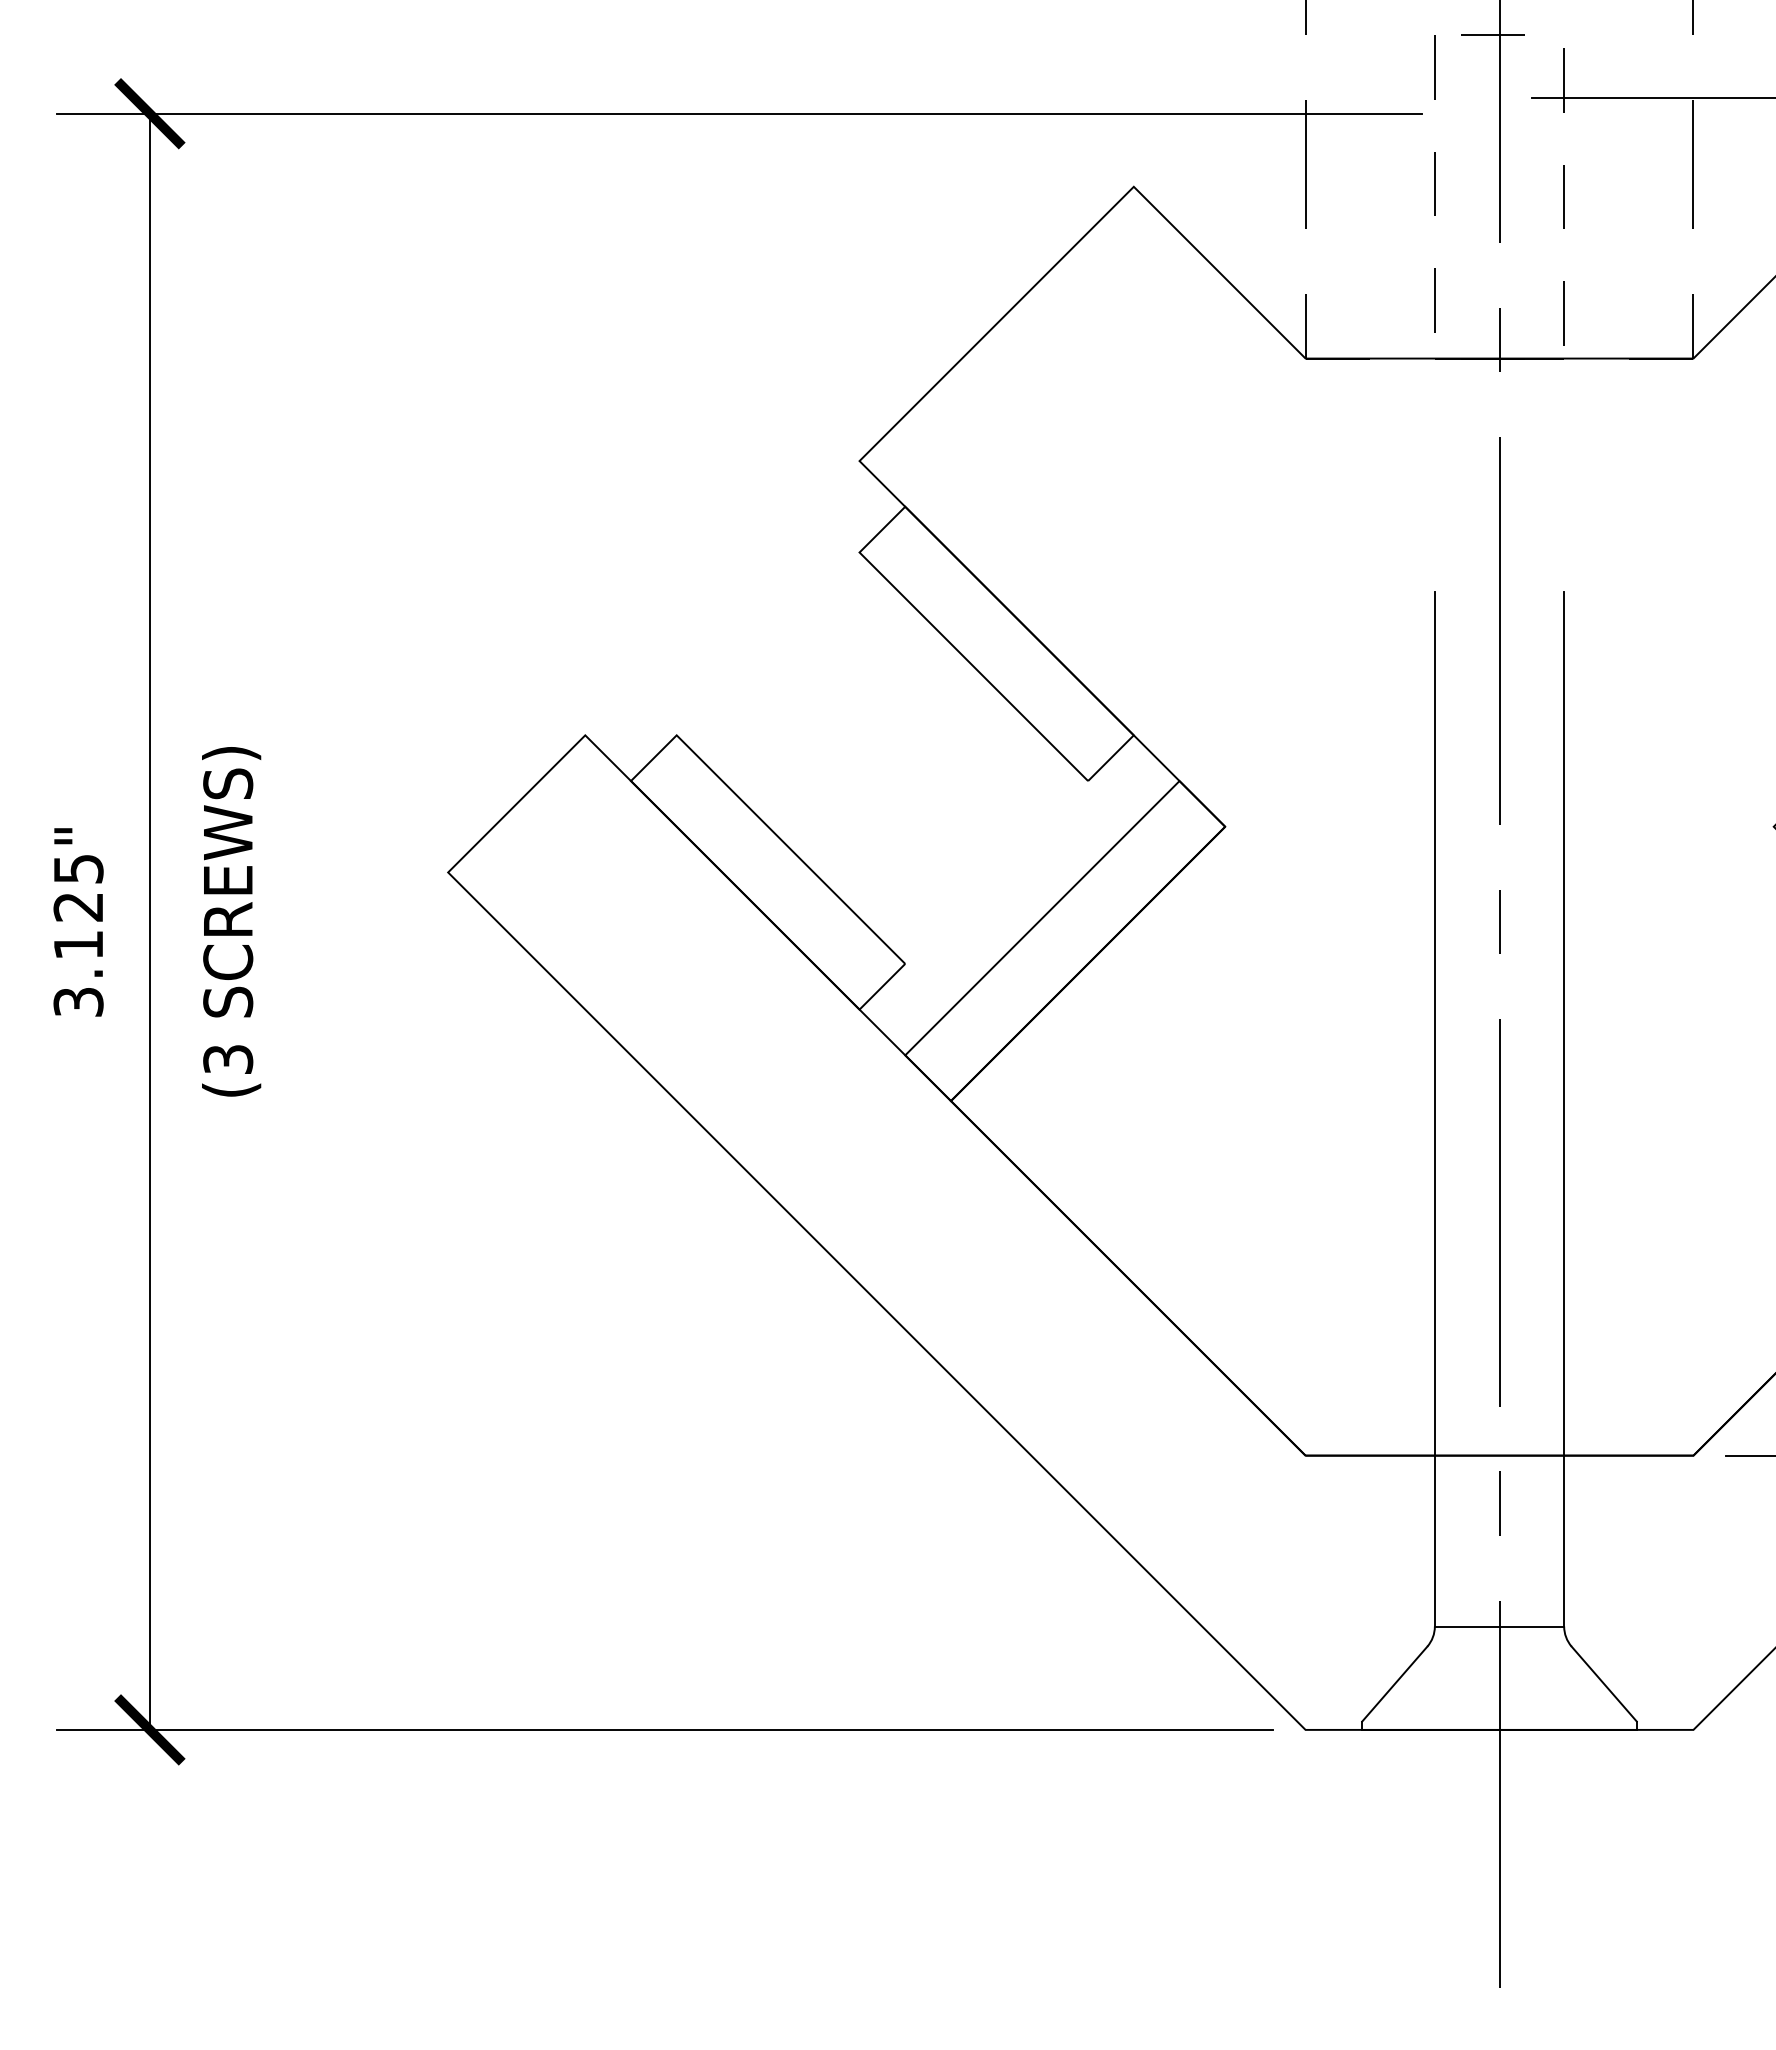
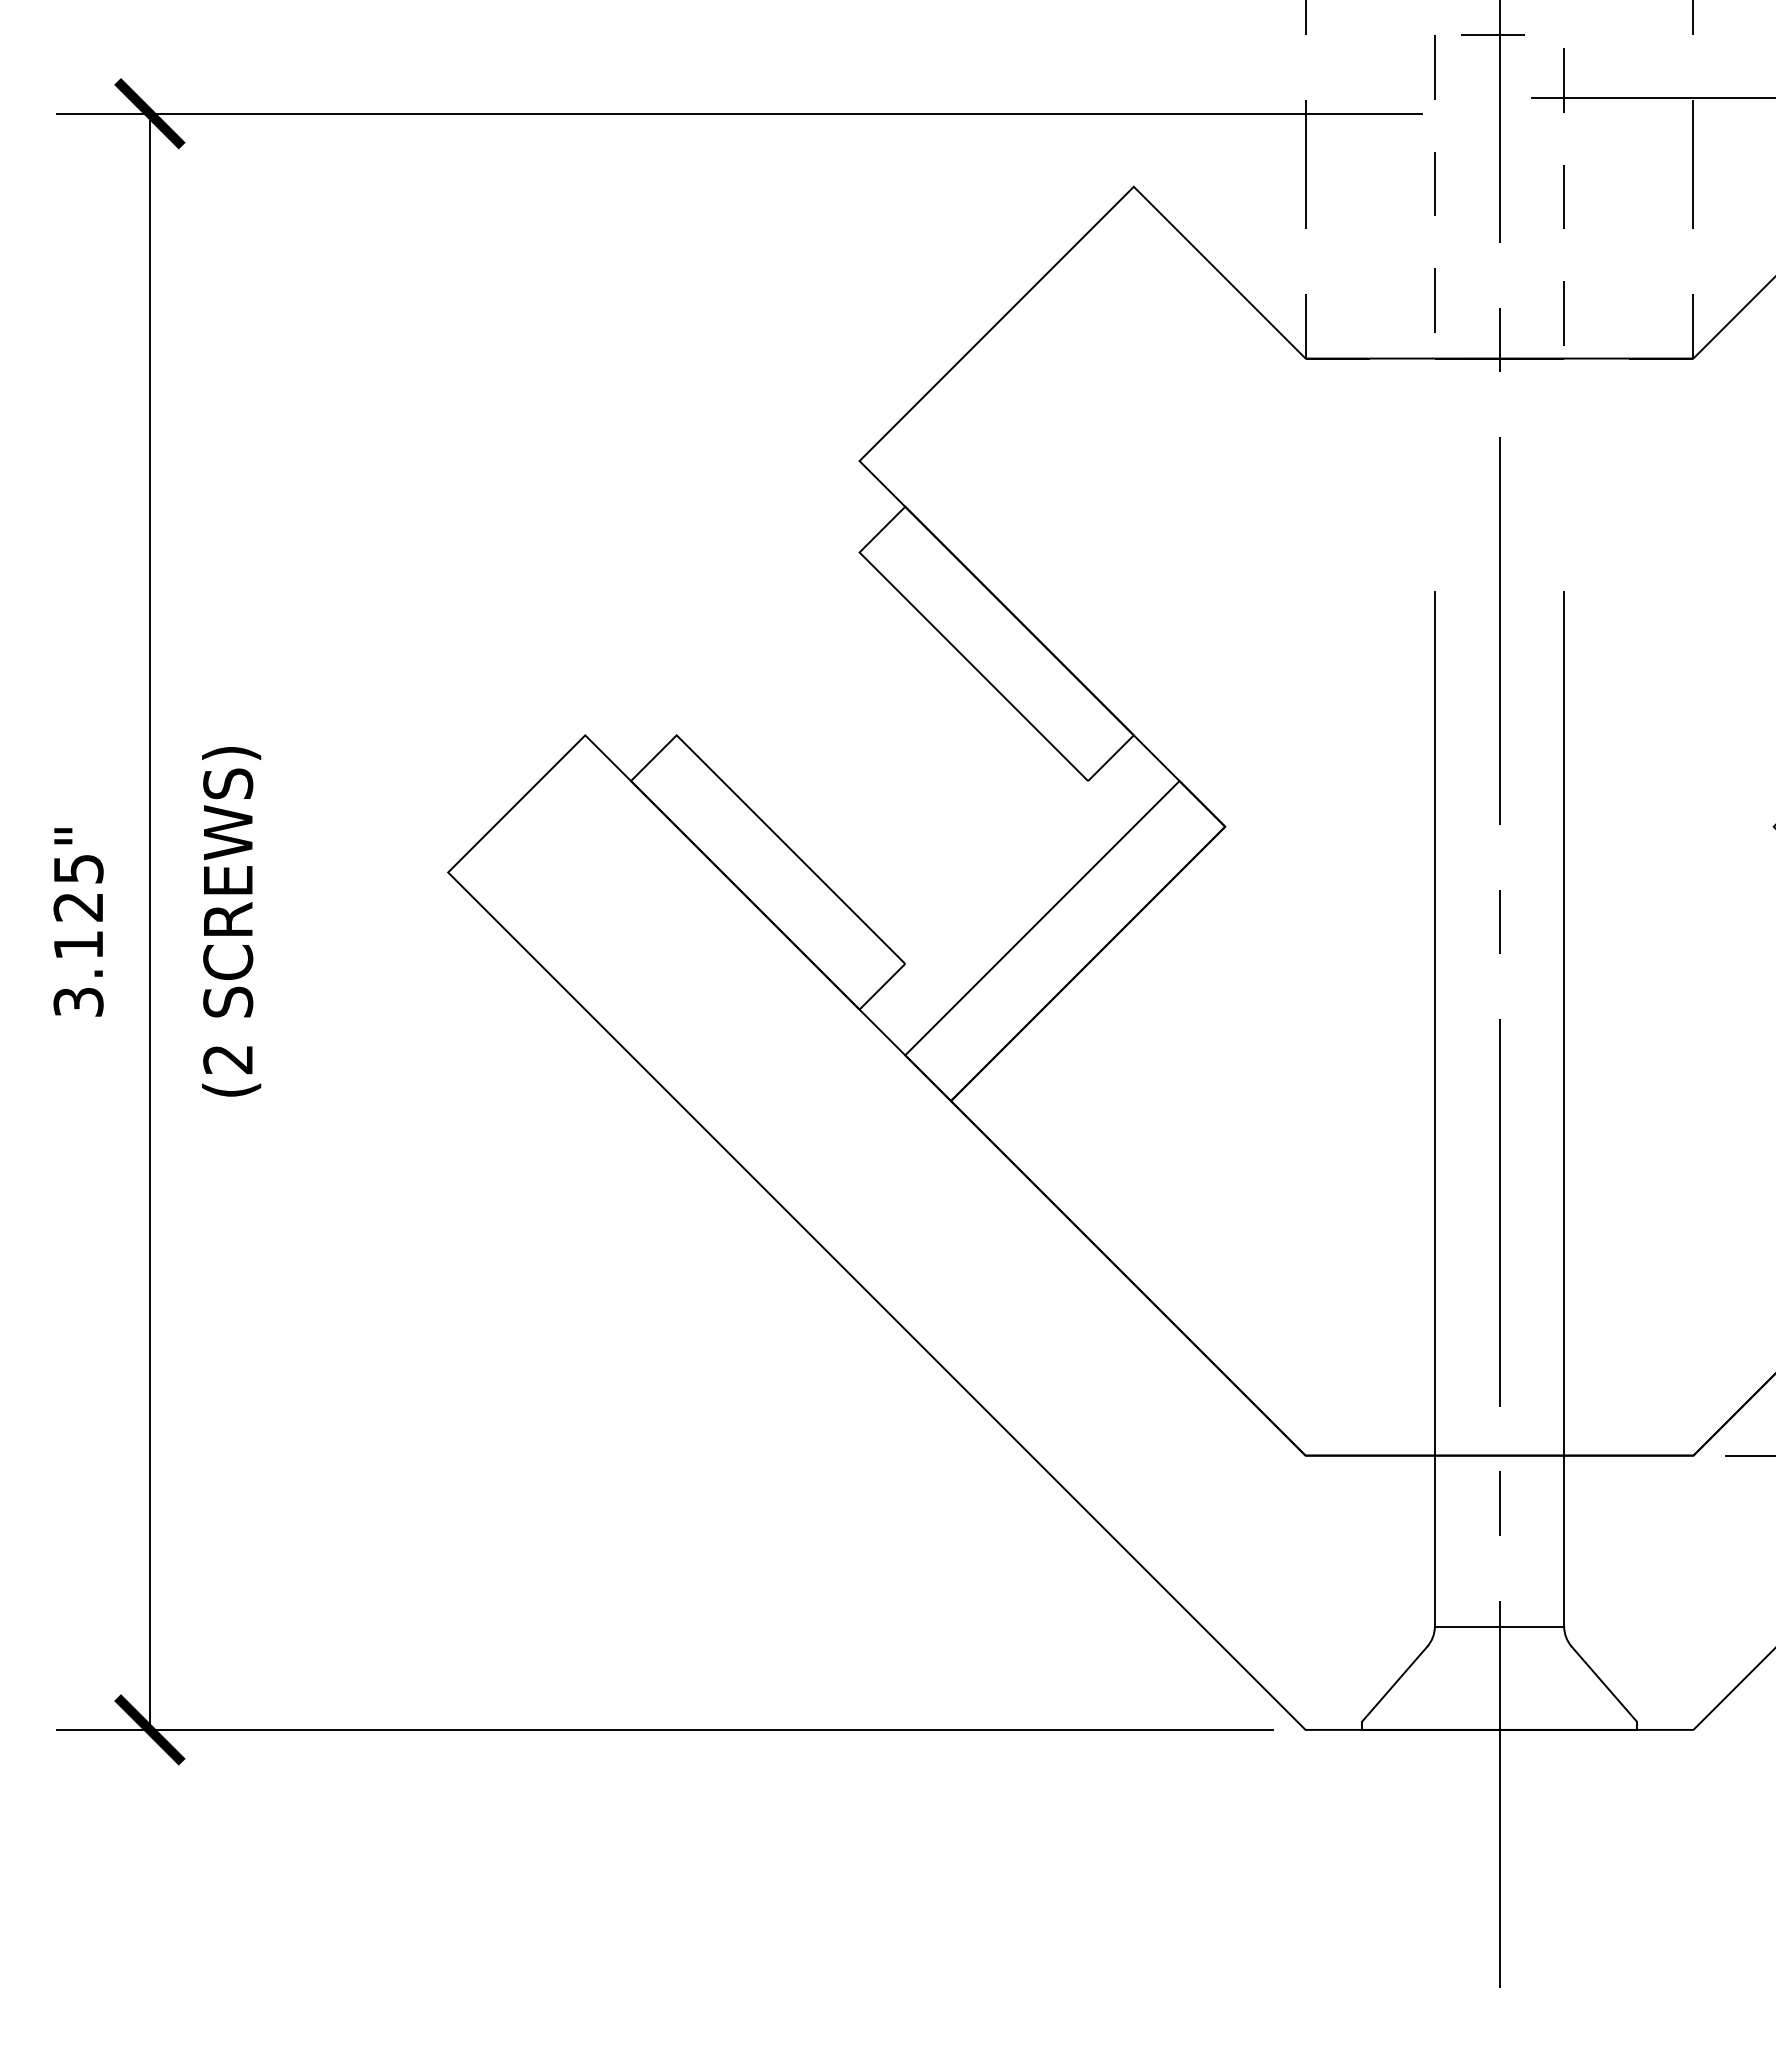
text at (228, 1059): (3 -> (2
